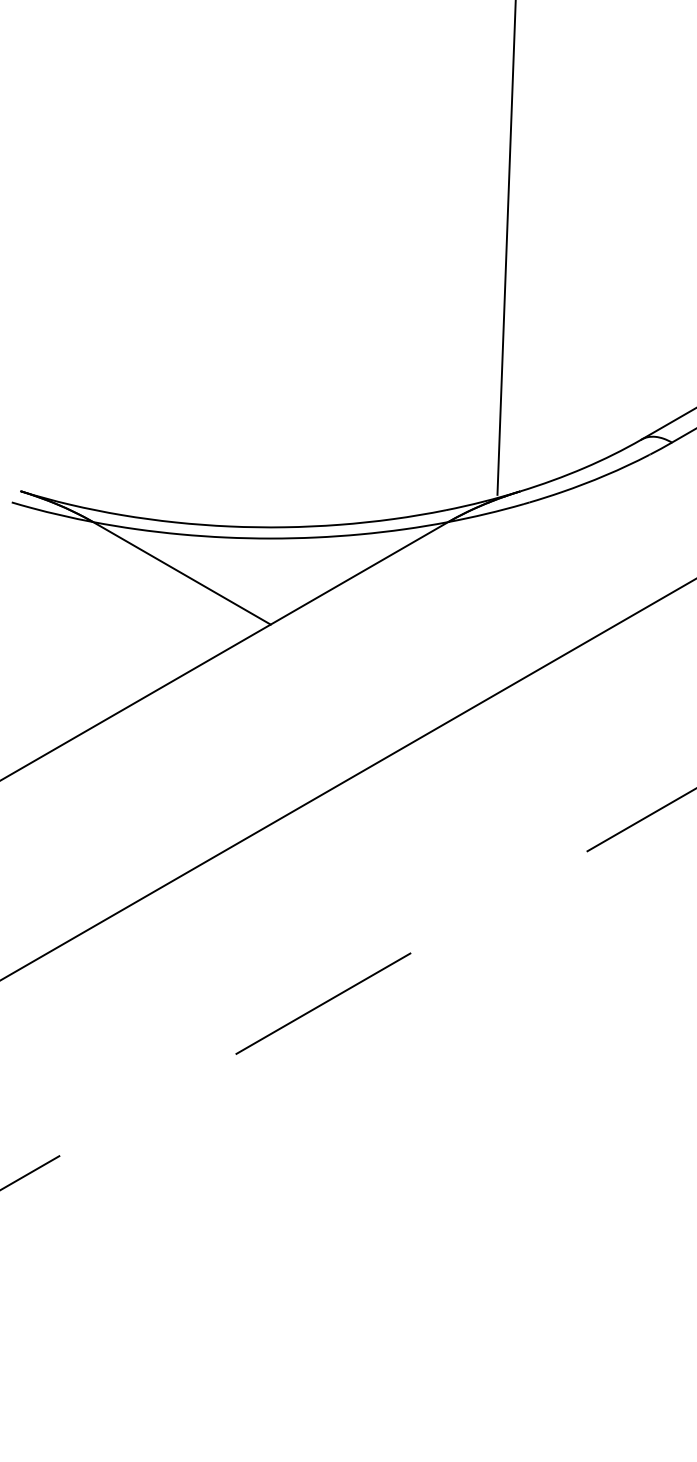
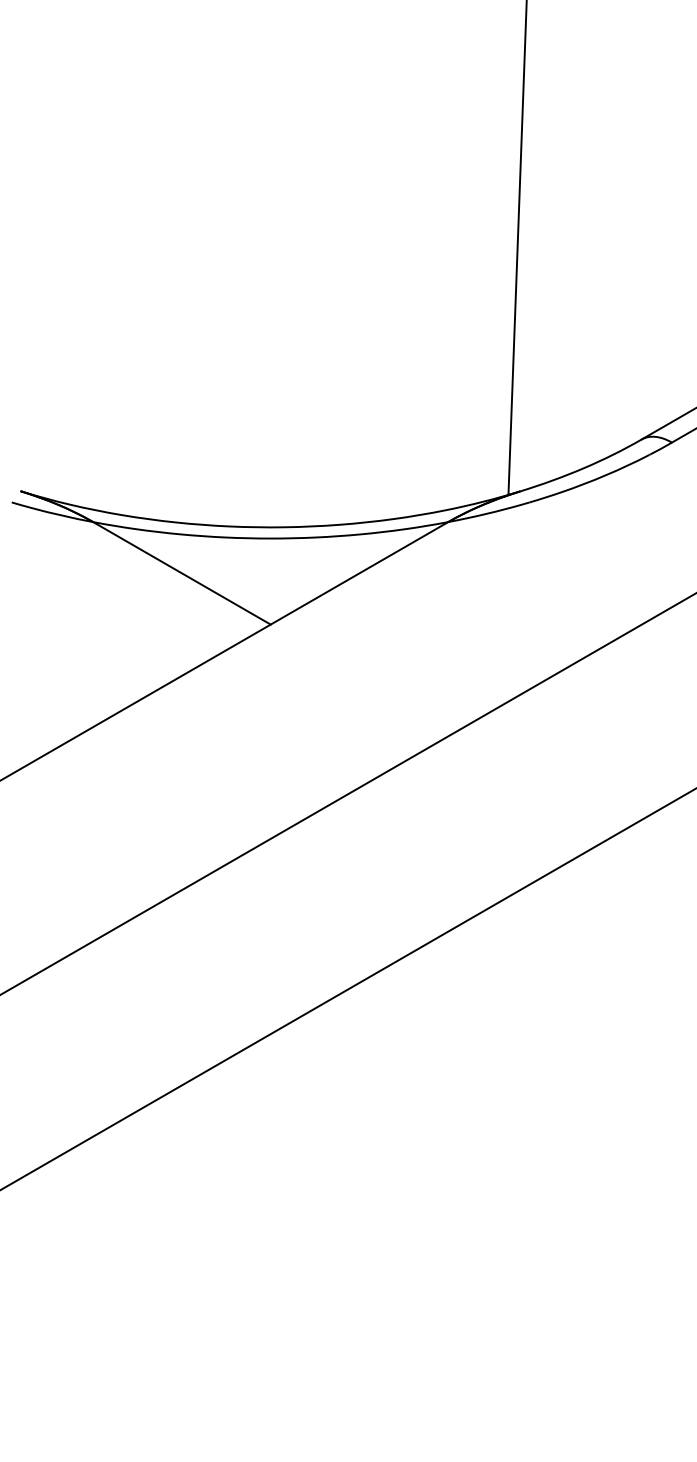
line at (506, 248) position: (506, 248) -> (517, 248)
line at (347, 779) position: (347, 779) -> (347, 794)
line at (348, 989): dashed -> solid
